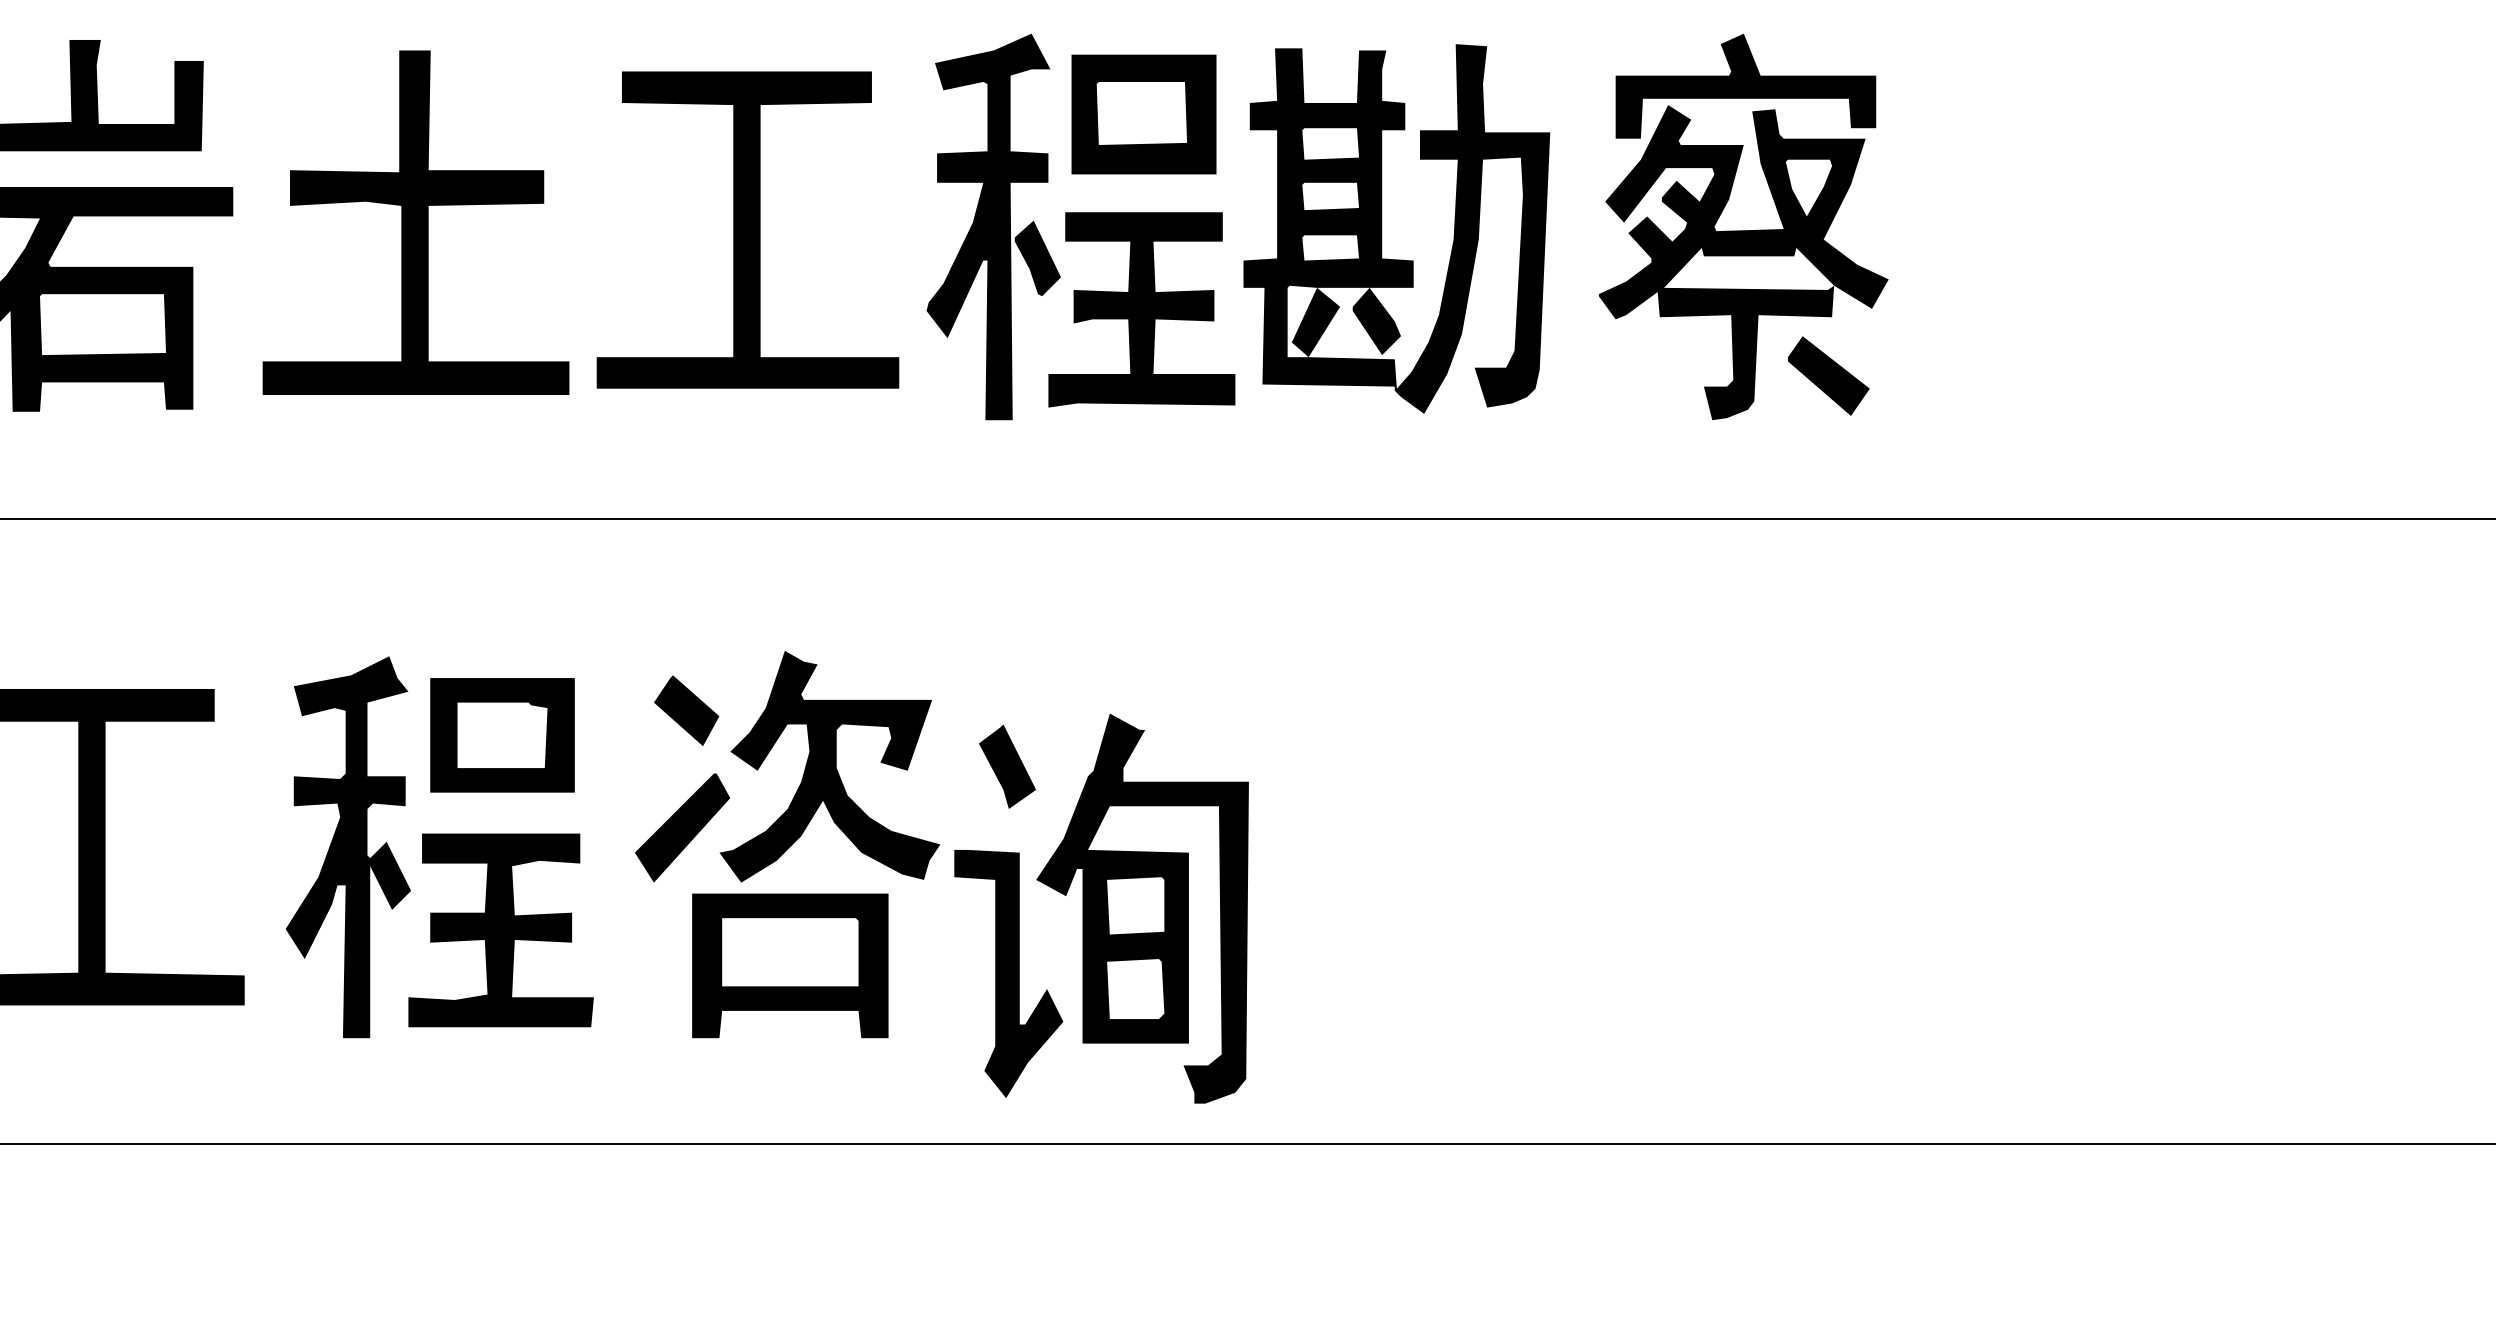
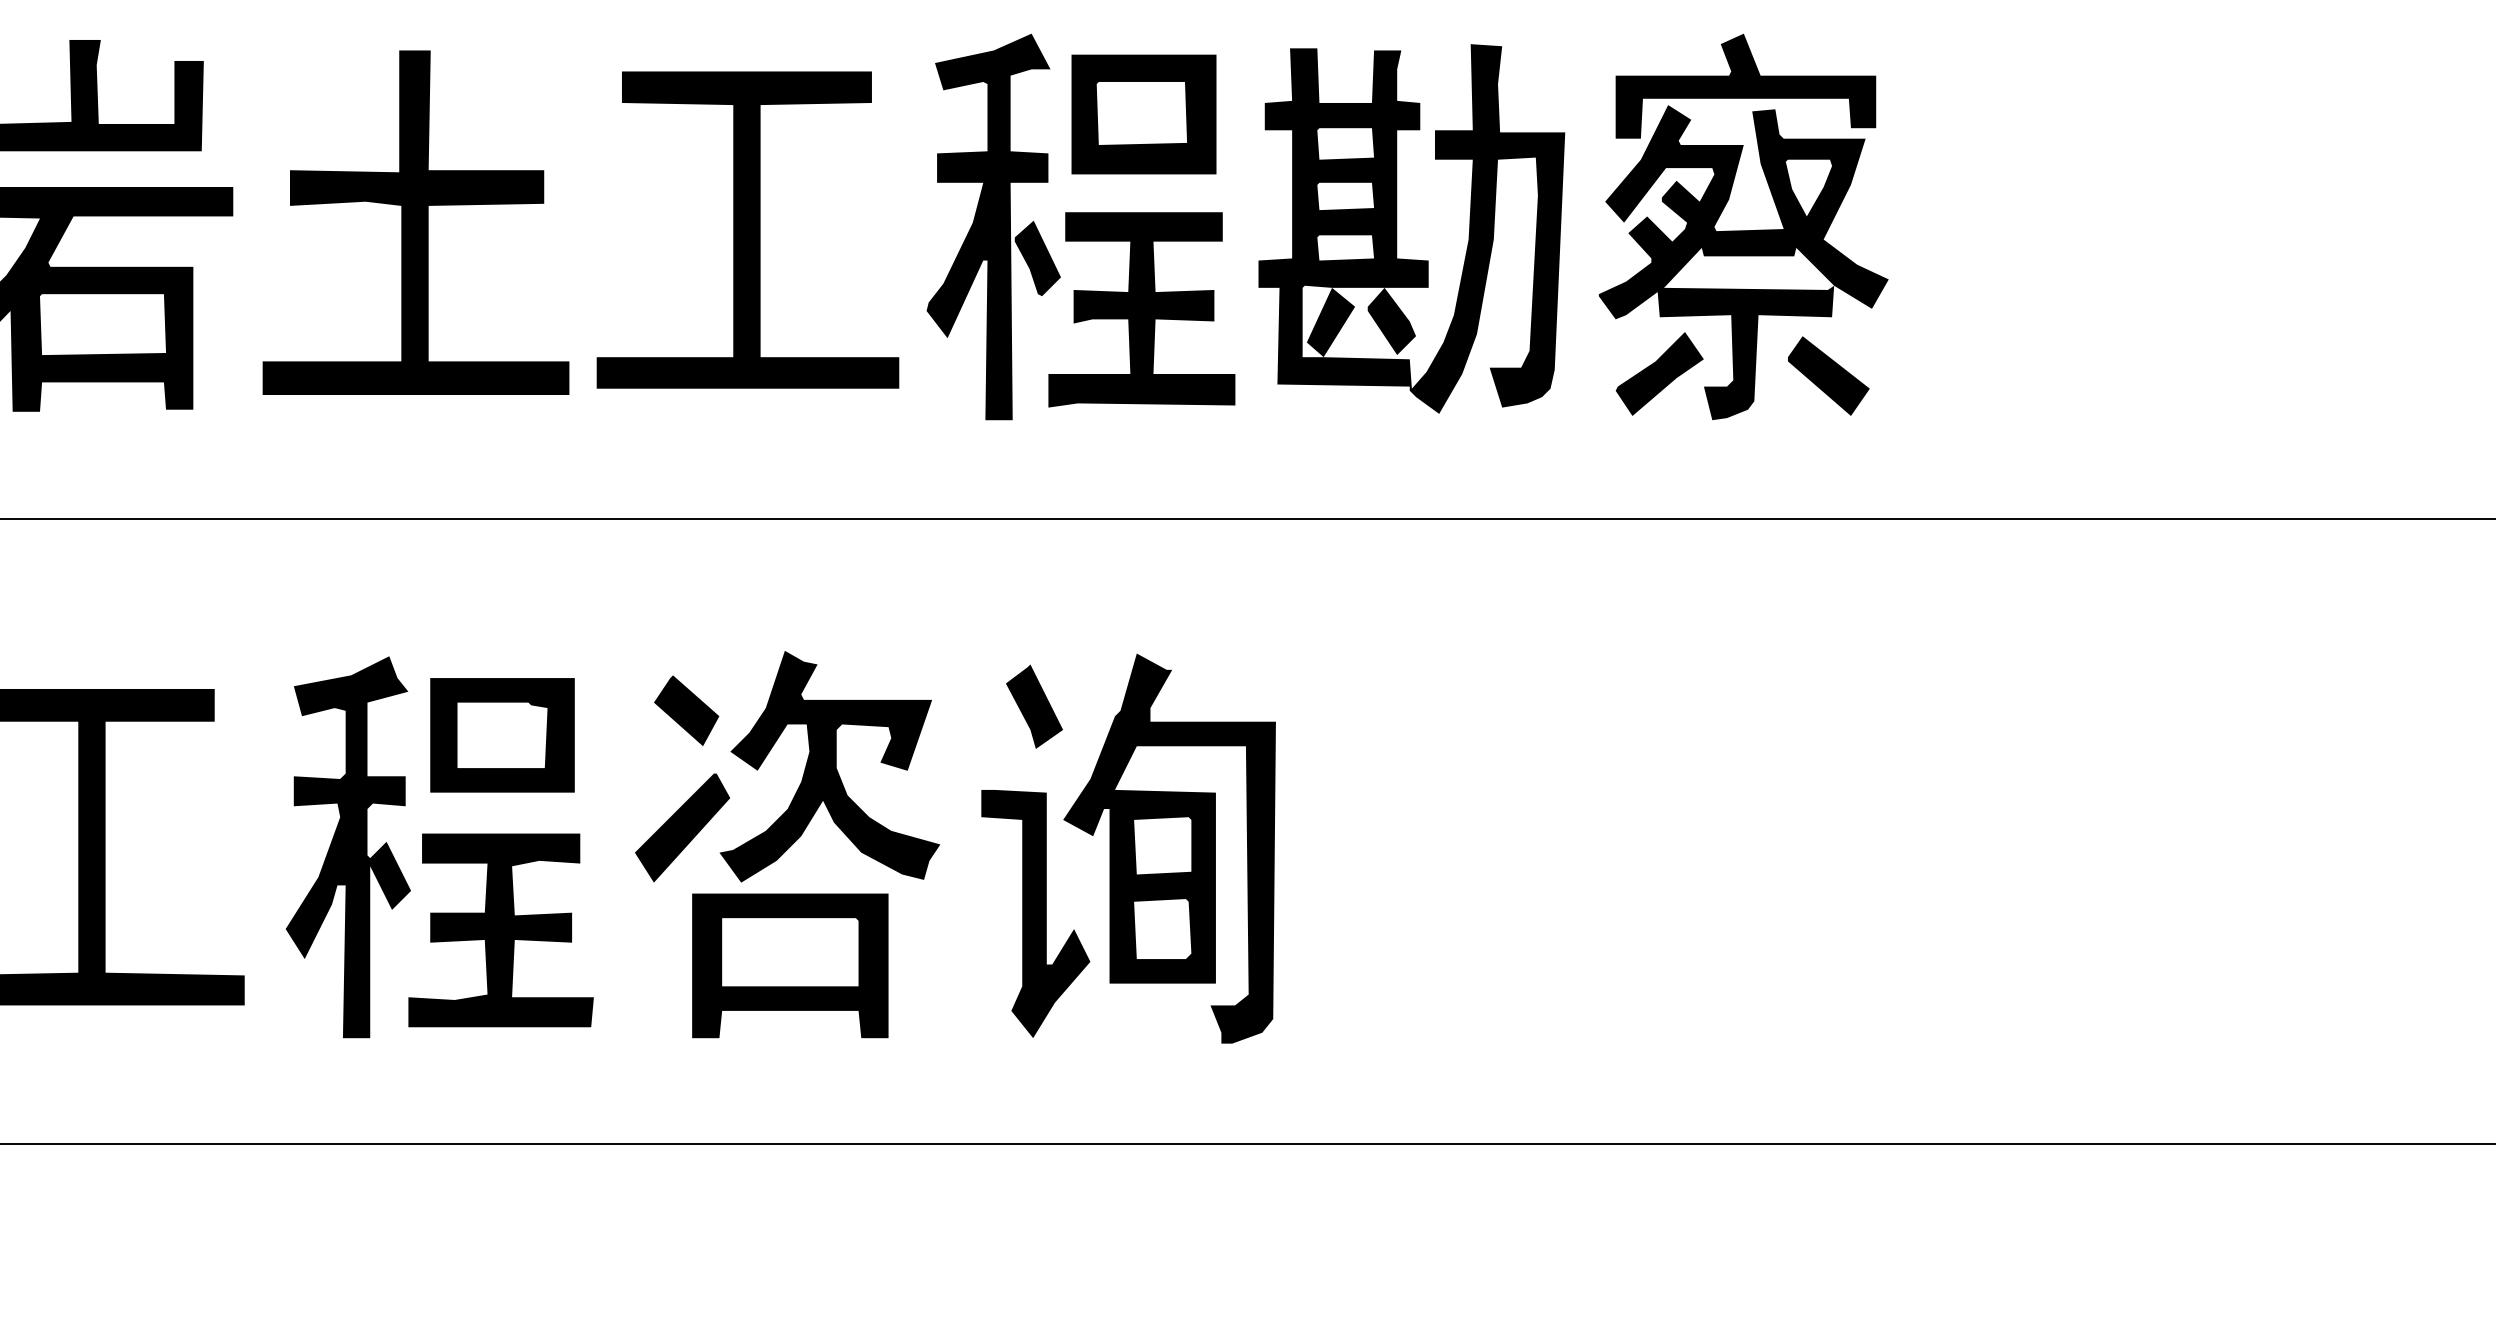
part at (1382, 228) position: (1382, 228) -> (1397, 228)
fill at (1659, 373): none -> present
part at (1101, 908) position: (1101, 908) -> (1128, 848)
